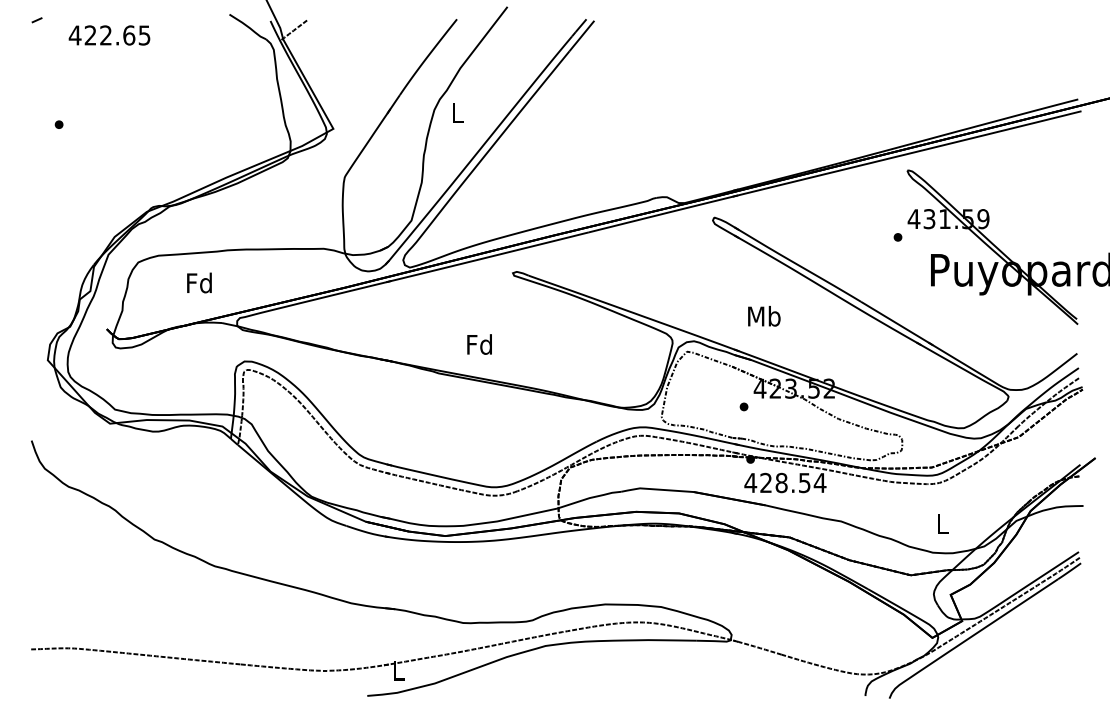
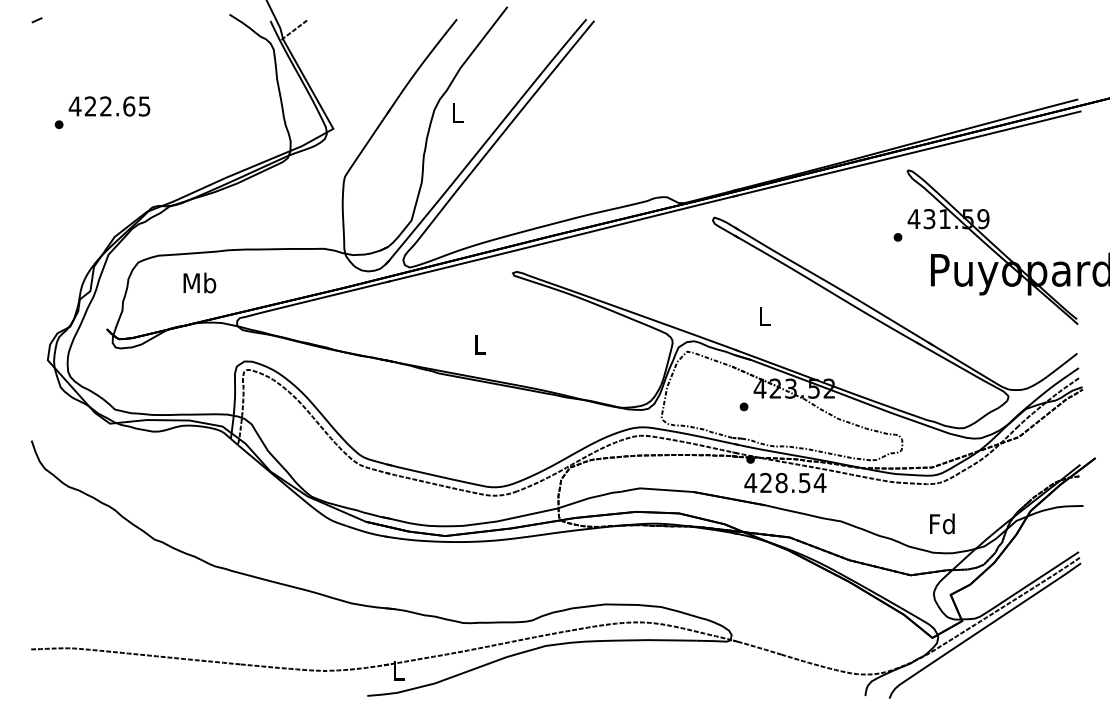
text at (109, 35) position: (109, 35) -> (109, 106)
text at (199, 282): Fd -> Mb
text at (764, 315): Mb -> L
text at (479, 344): Fd -> L
text at (942, 523): L -> Fd
